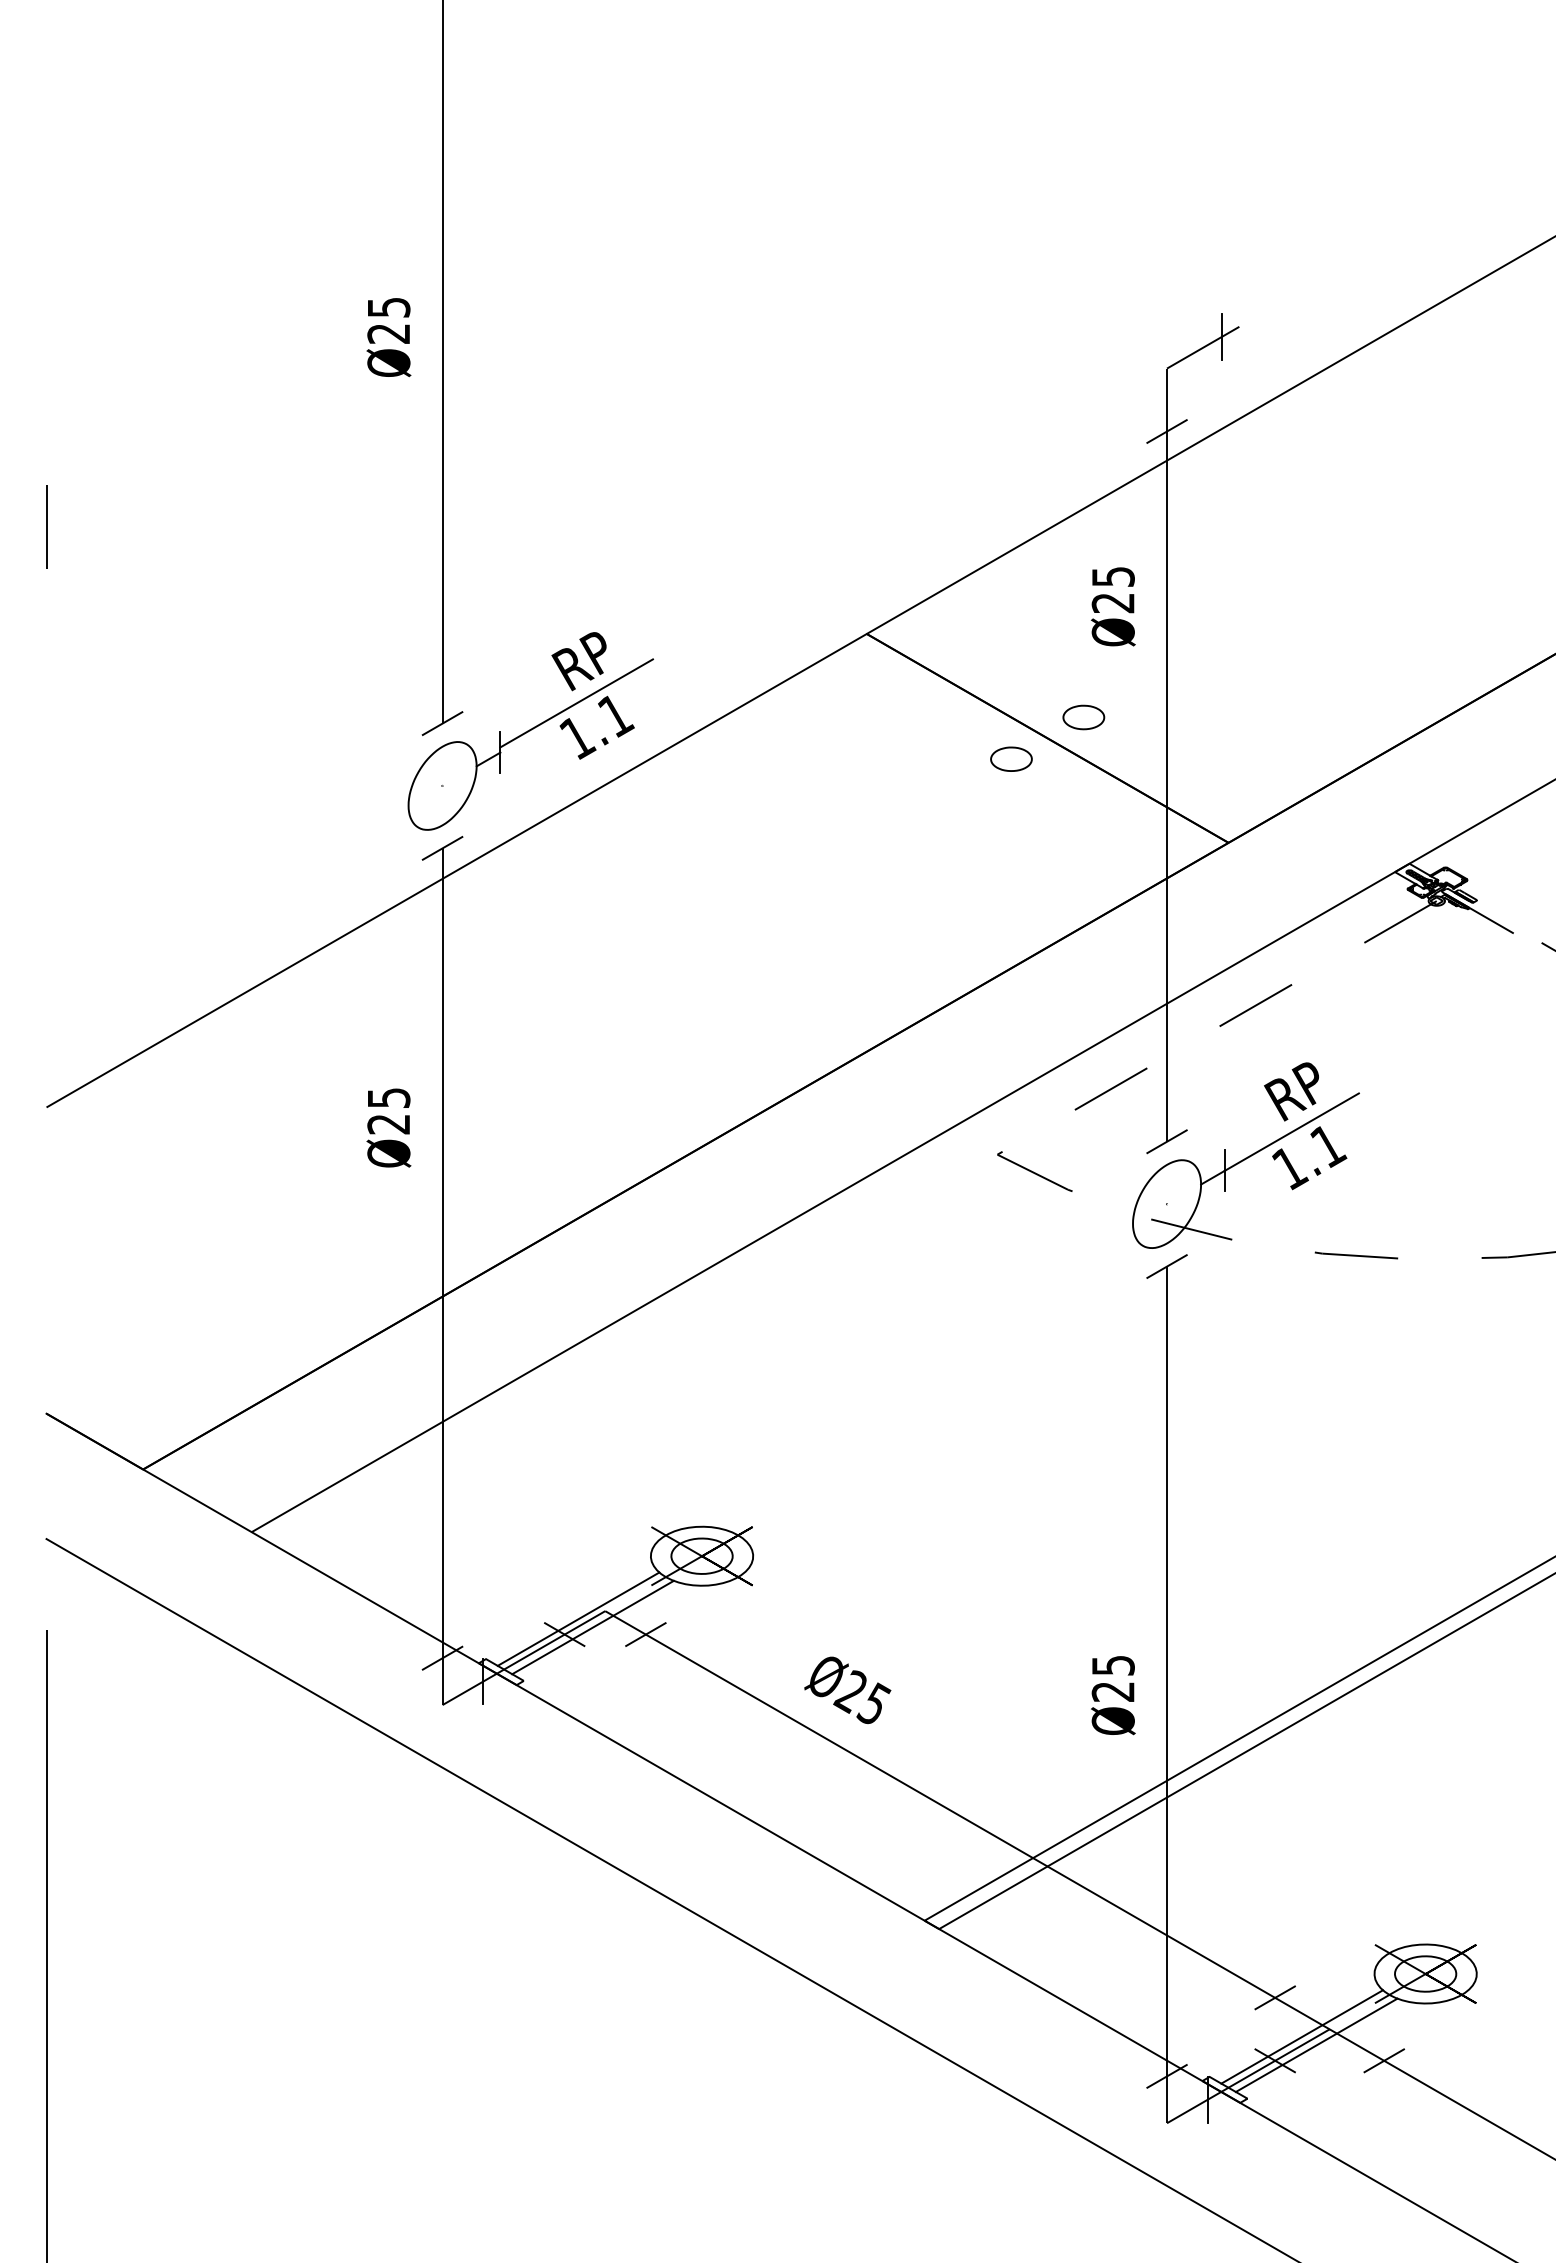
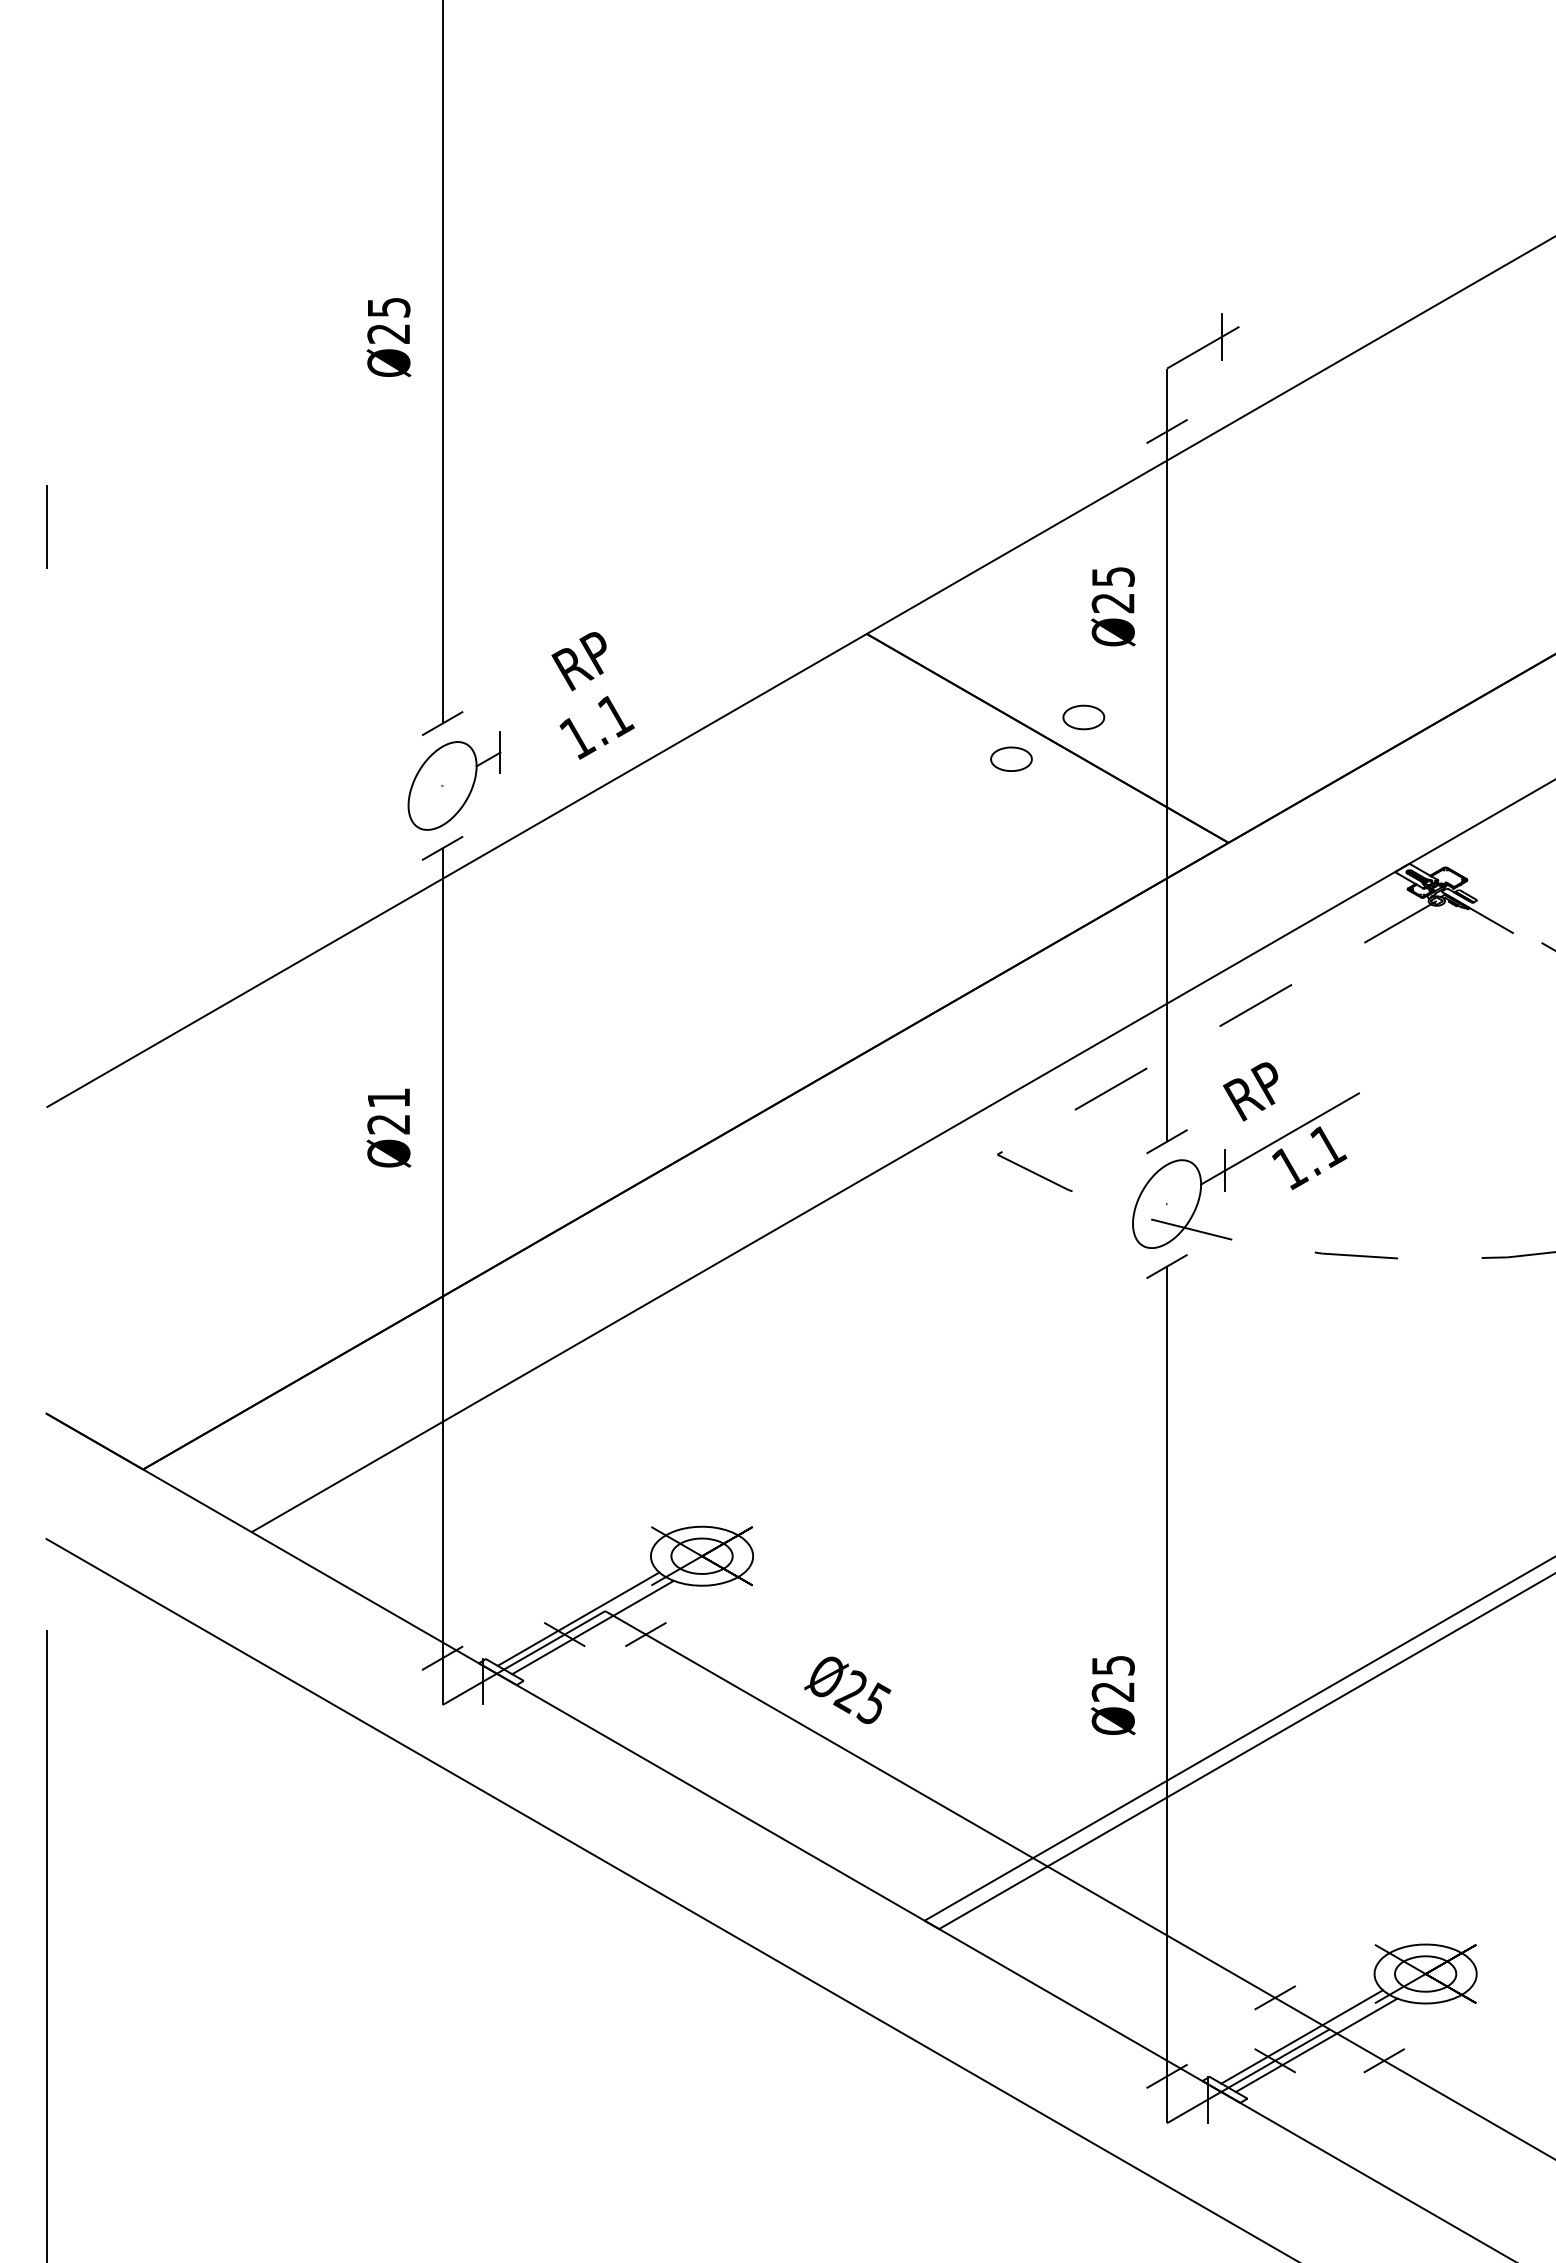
line at (576, 703): present -> none
text at (1291, 1091) position: (1291, 1091) -> (1250, 1091)
text at (389, 1097): Ø25 -> Ø21
